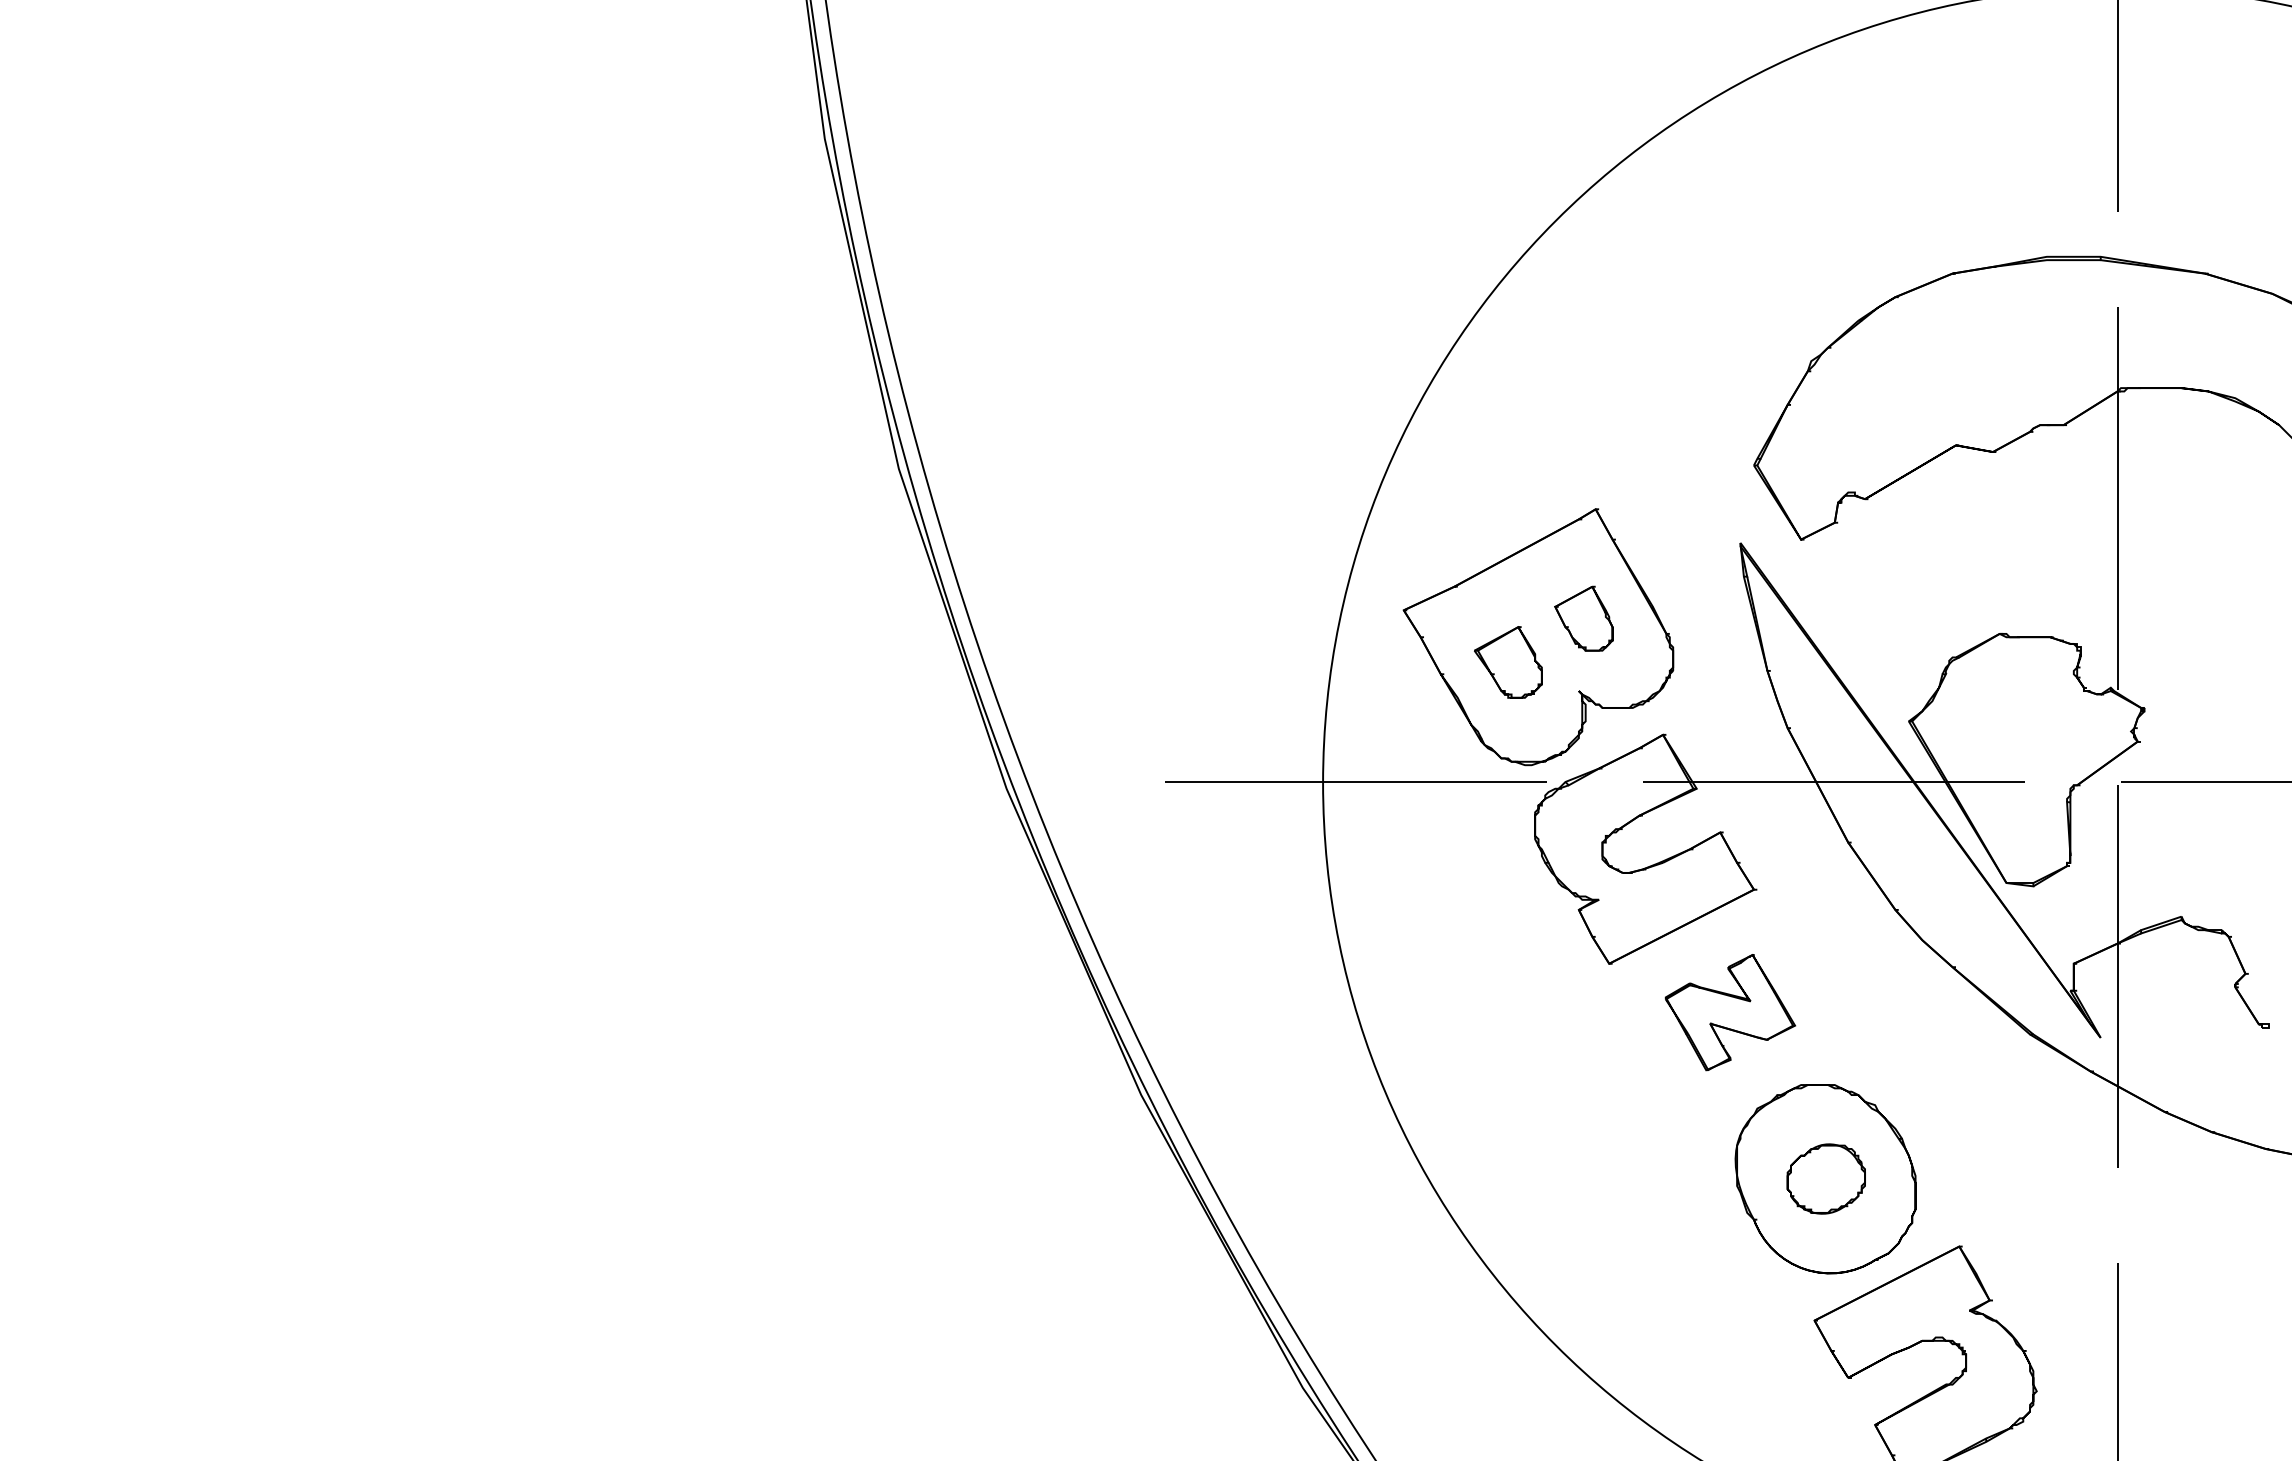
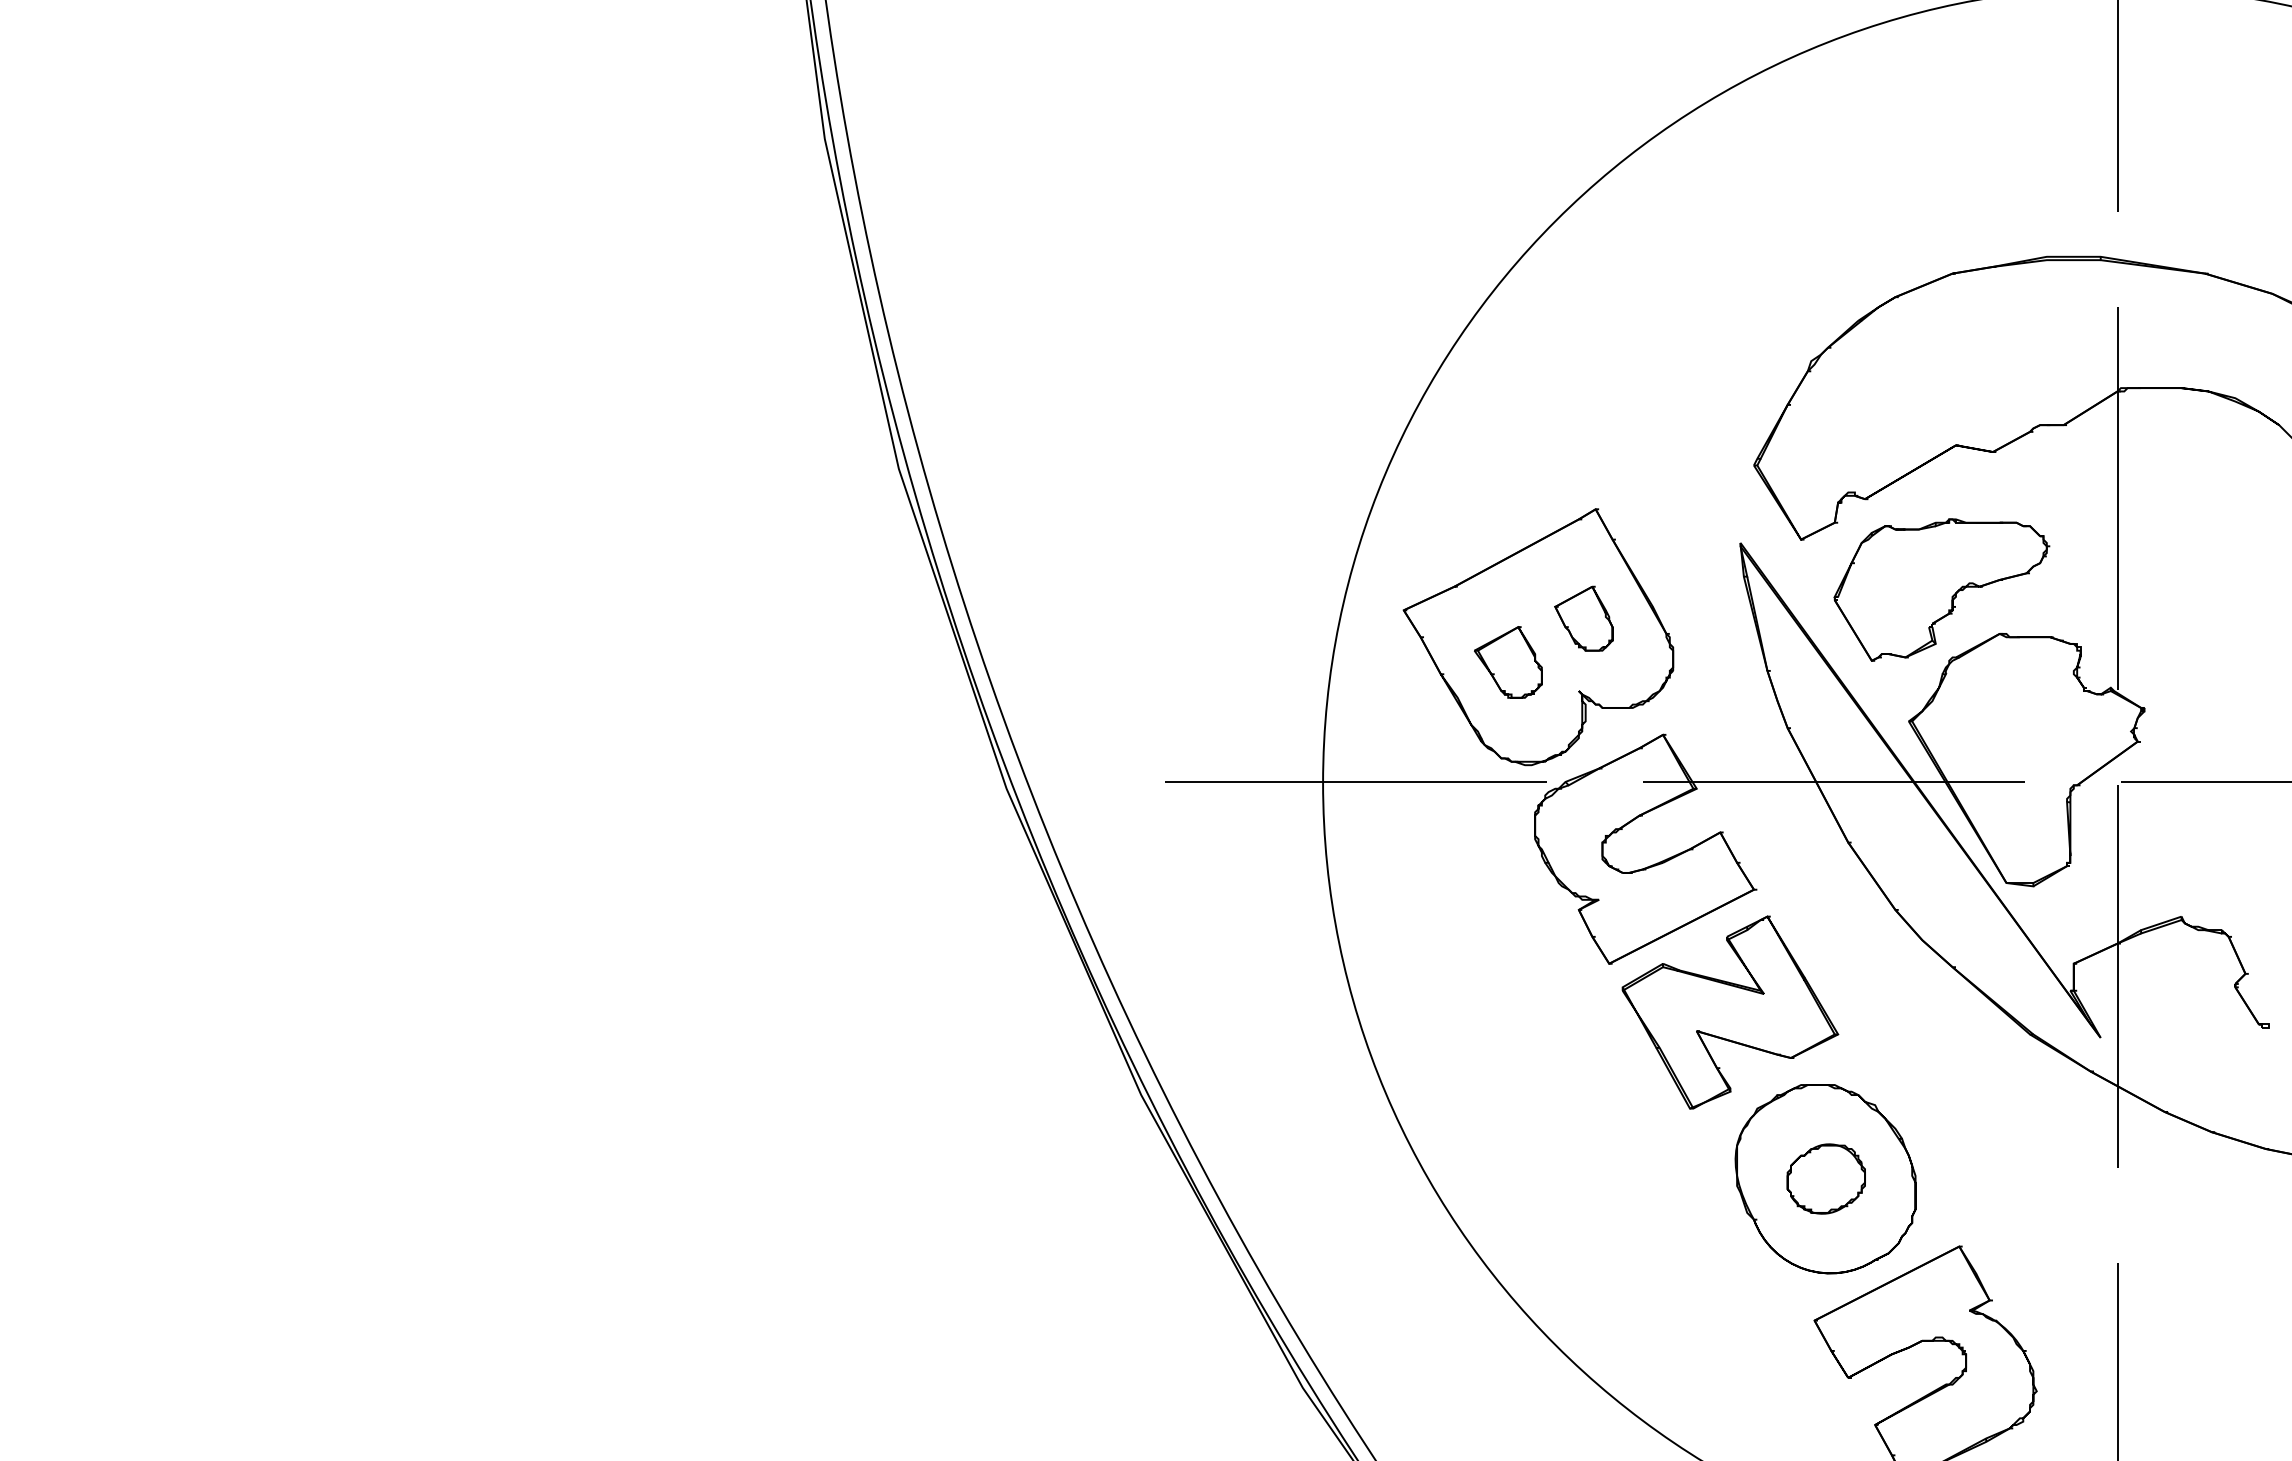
part at (1941, 589): none -> present
part at (1730, 1012) size: 133x118 px -> 219x195 px
